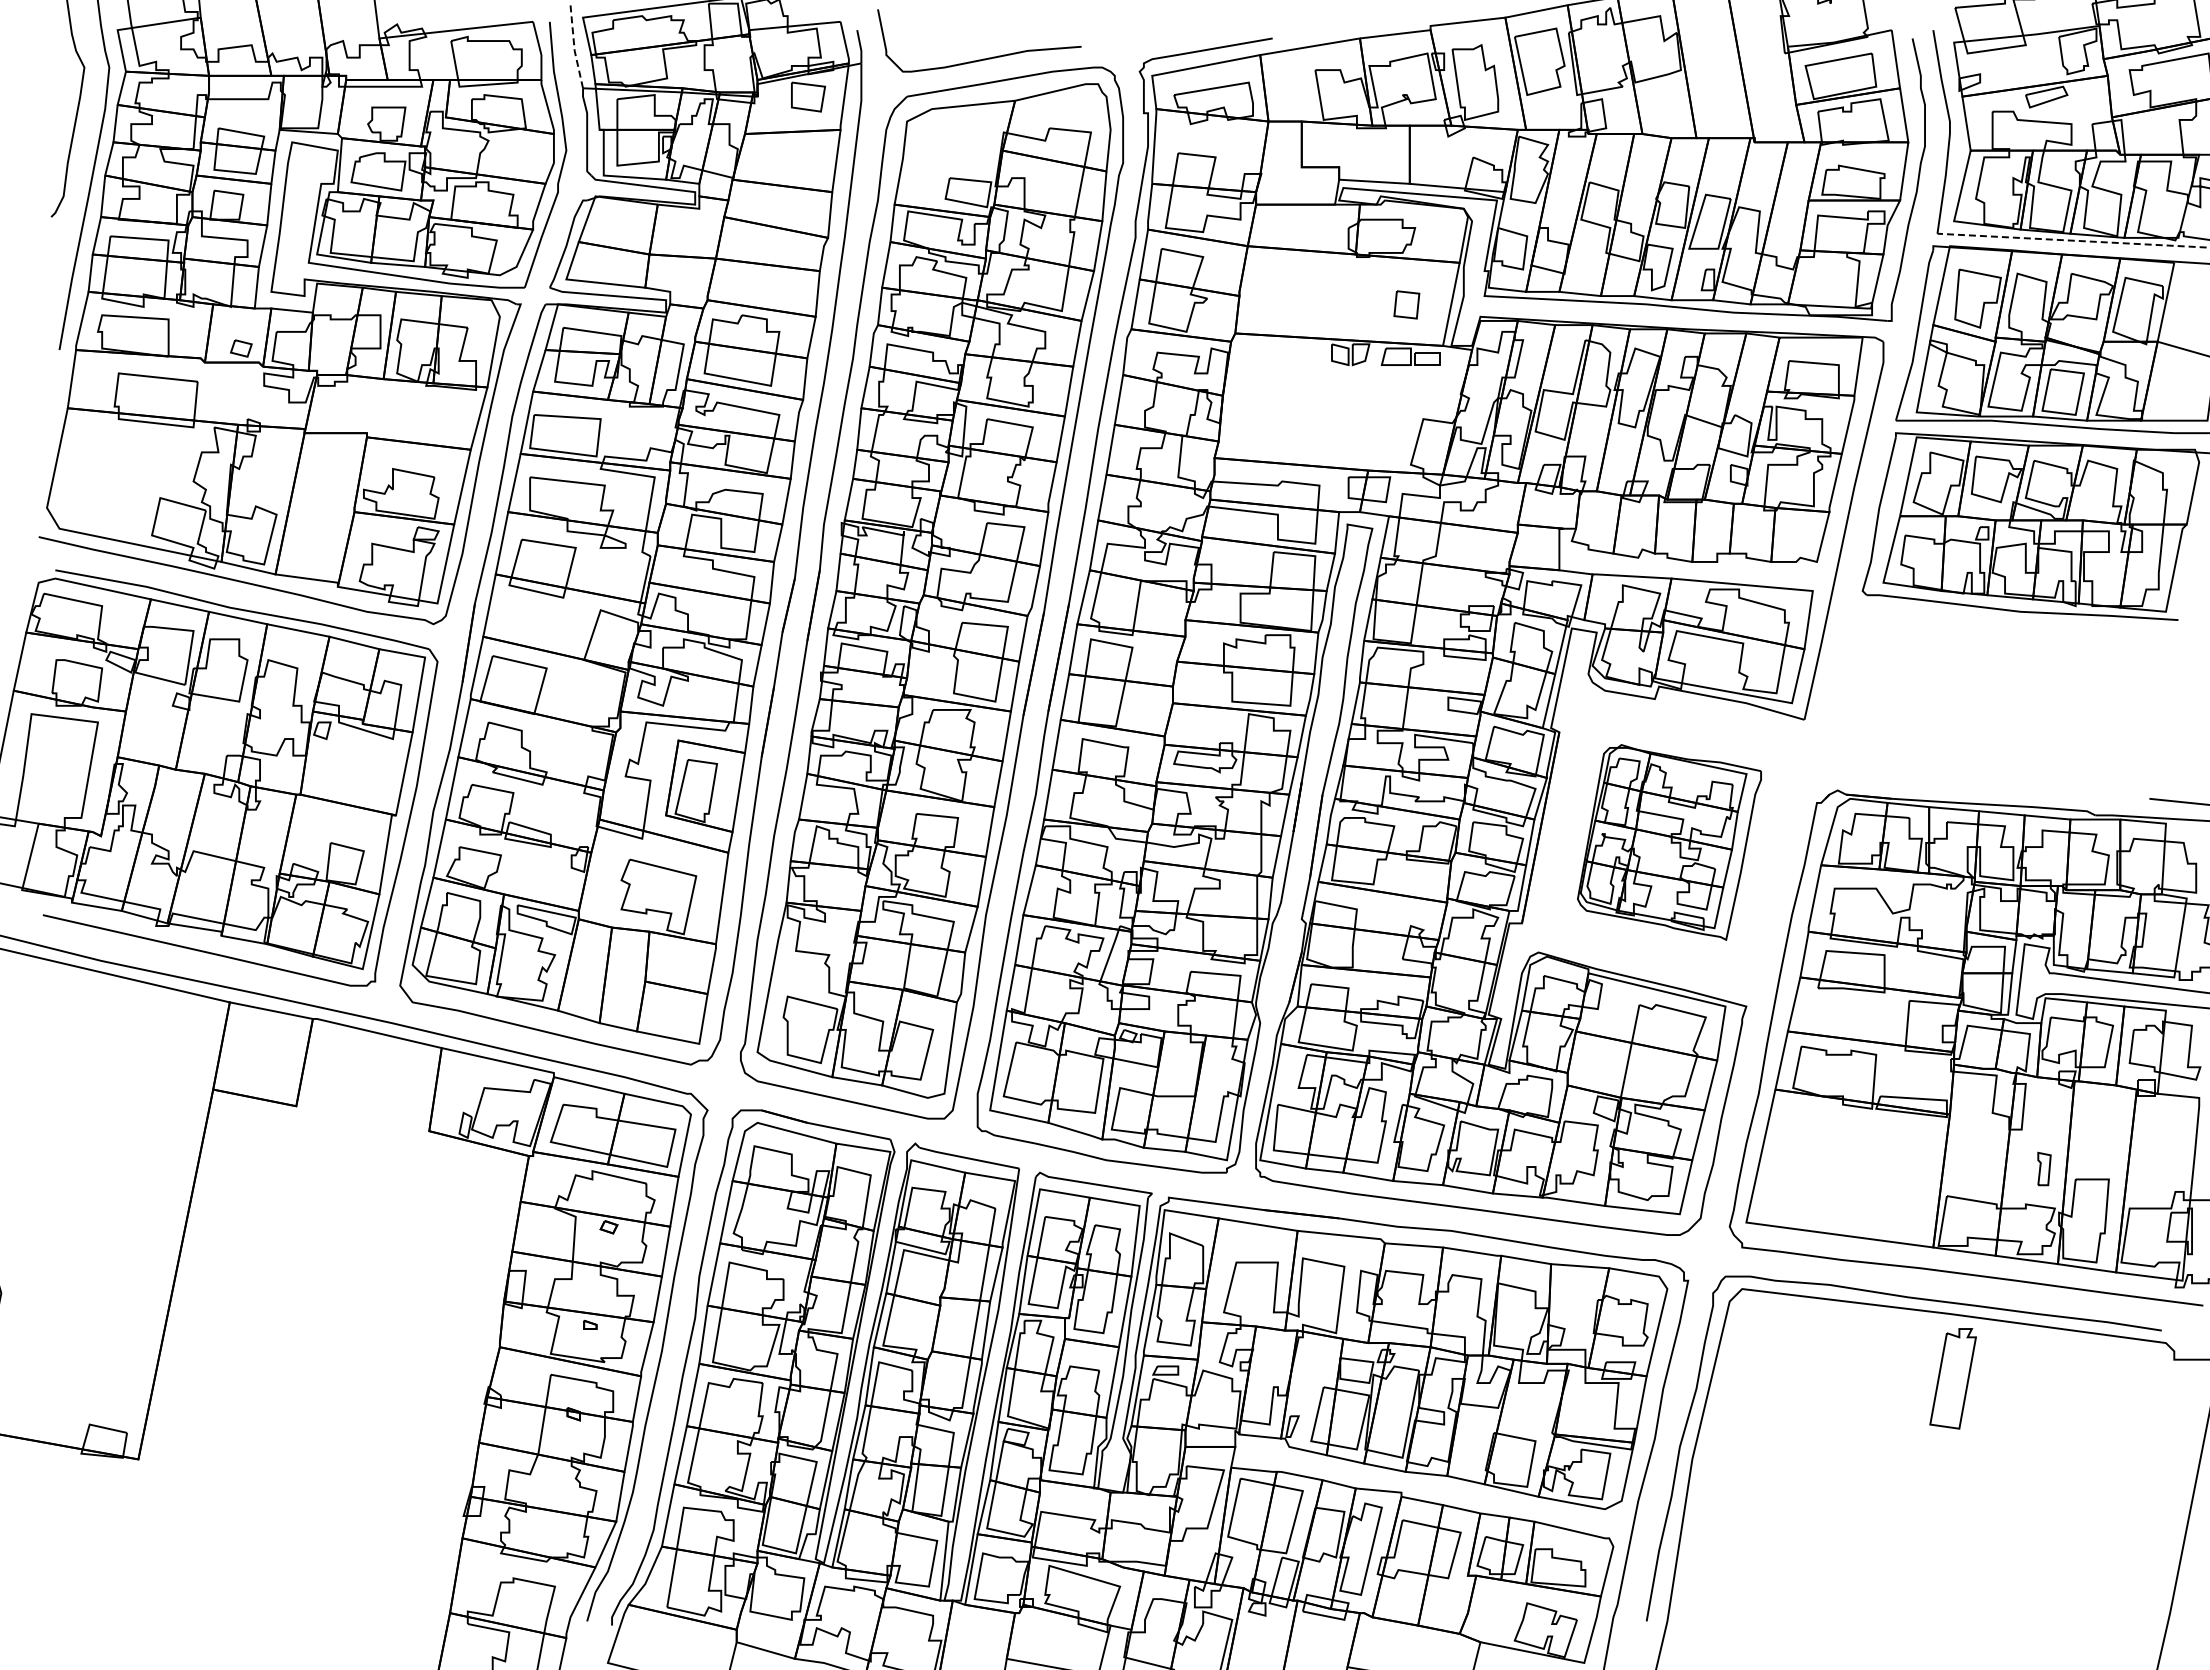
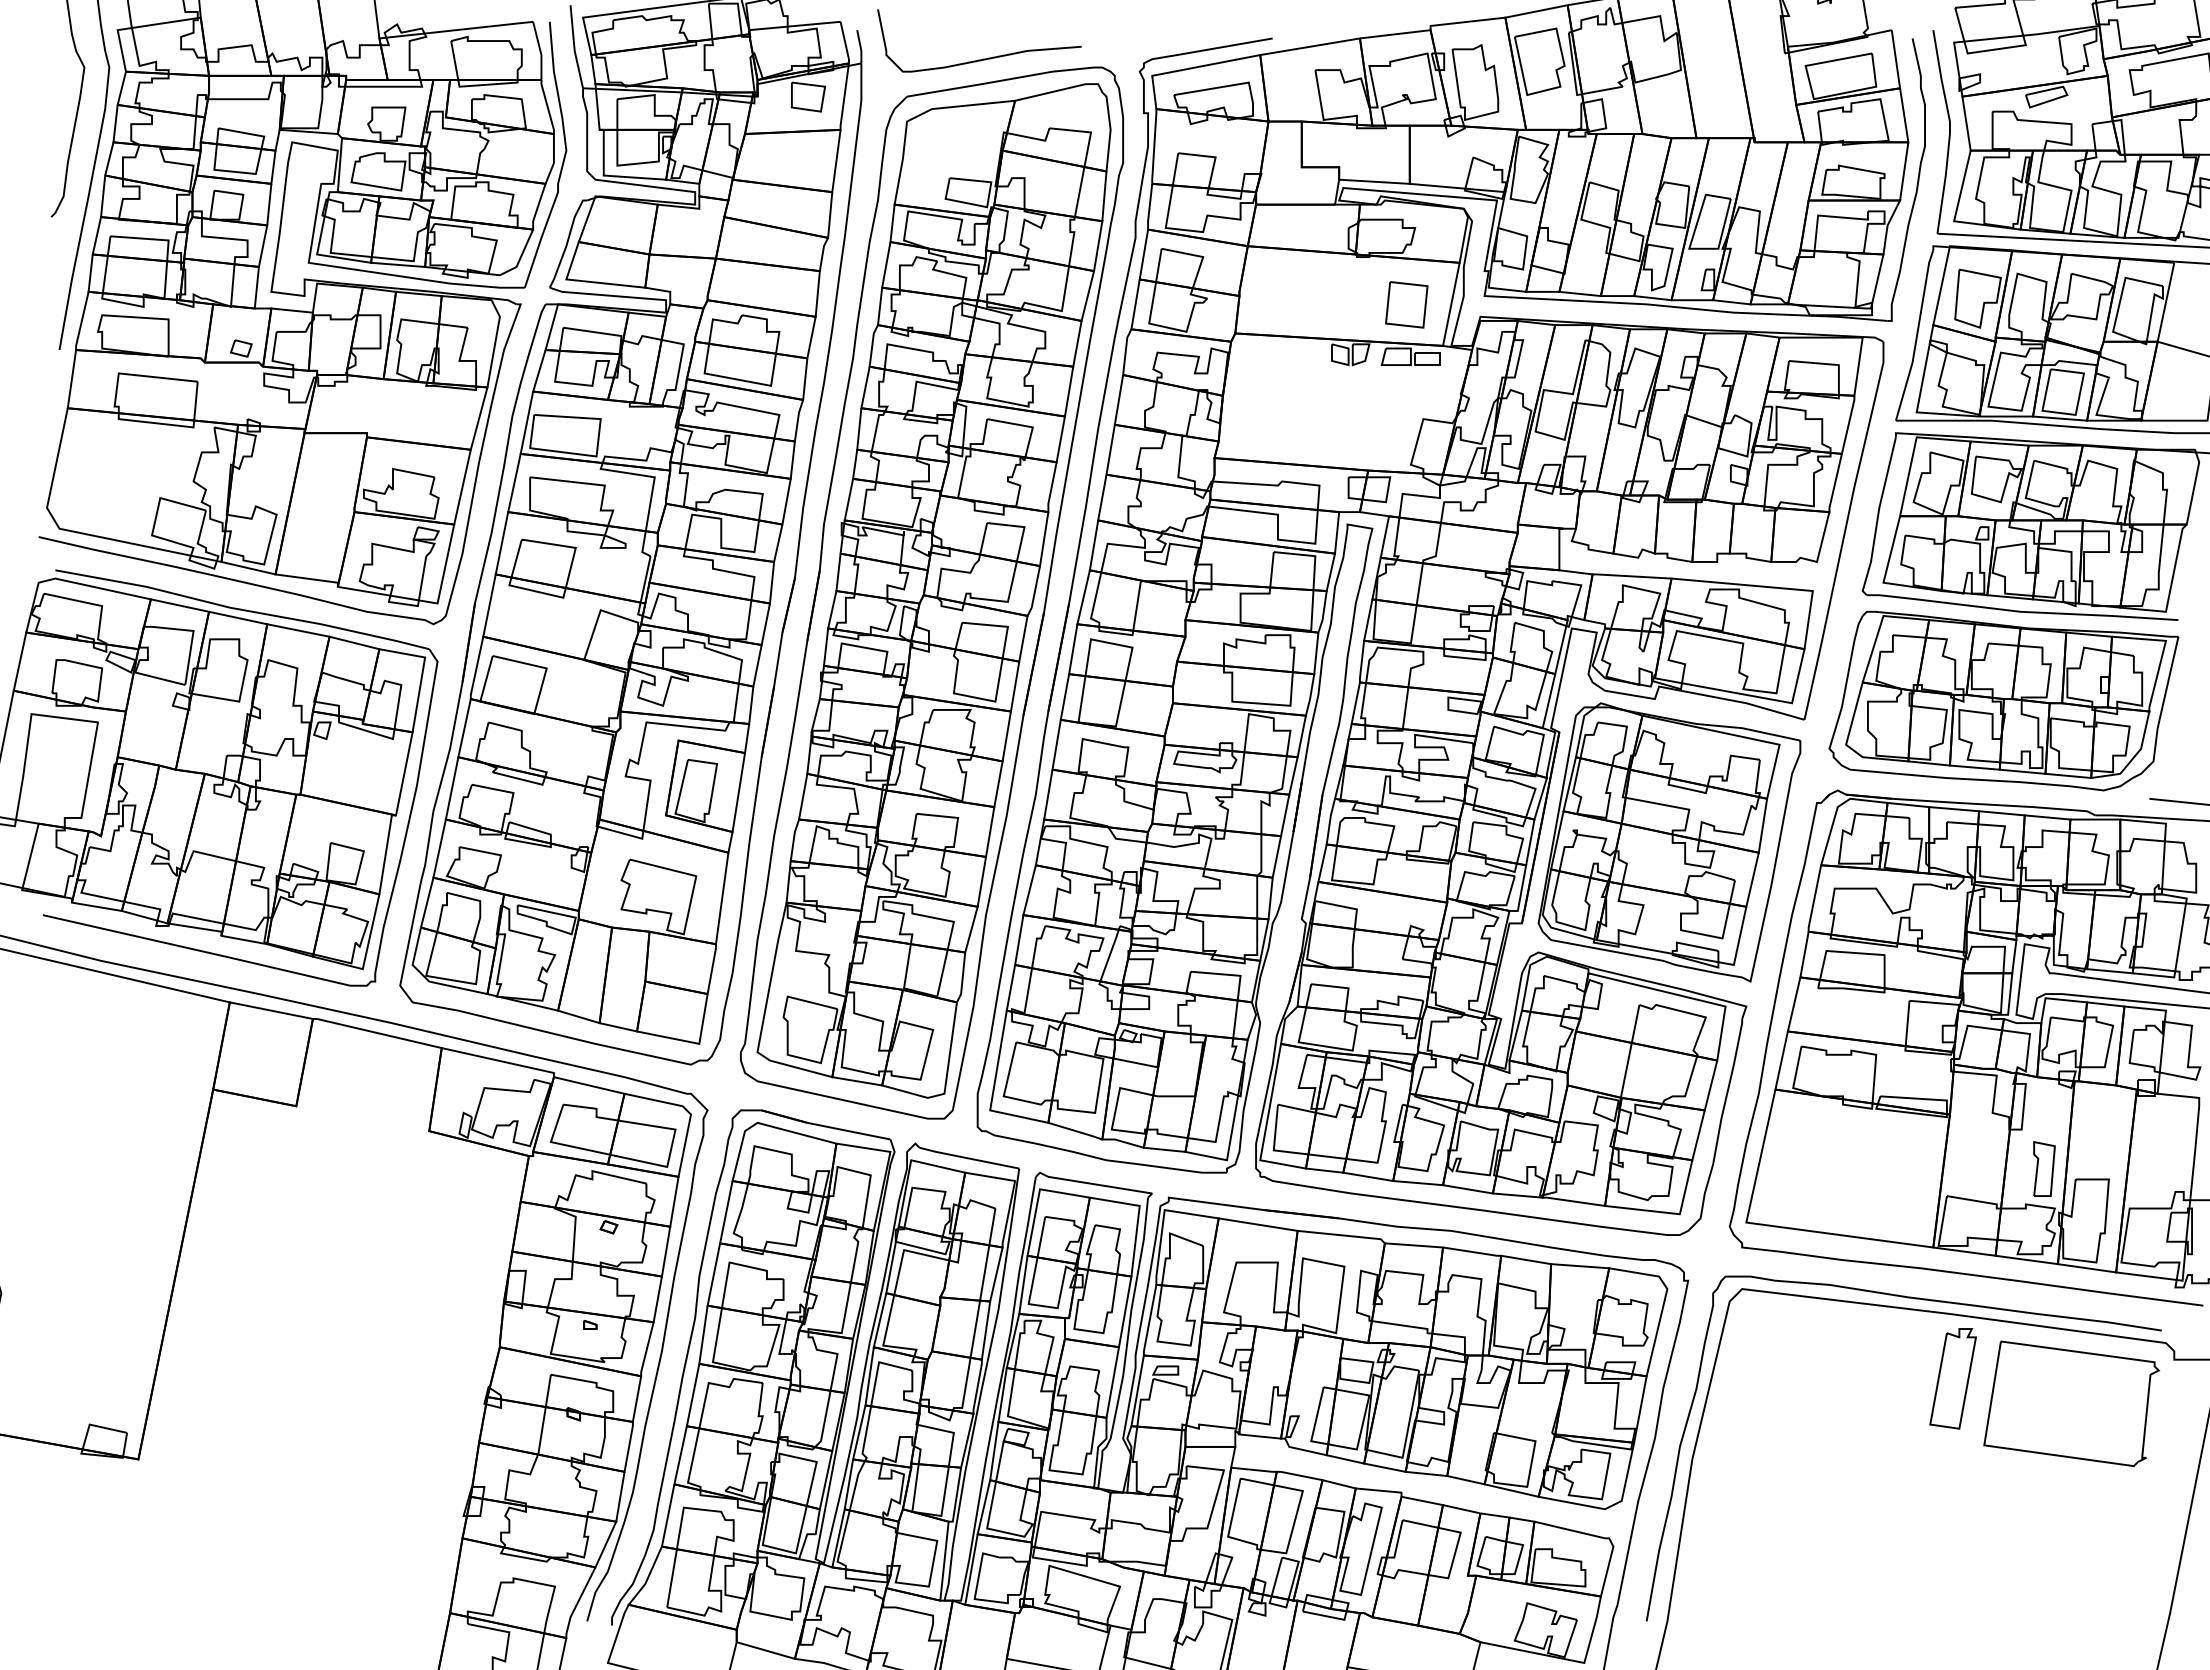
line at (574, 47): dashed -> solid
line at (2073, 240): dashed -> solid
part at (1406, 304) size: 28x30 px -> 44x48 px
part at (2003, 700): none -> present
part at (1669, 842) size: 185x197 px -> 265x281 px
part at (2044, 1168) size: 15x36 px -> 23x56 px
part at (2071, 1403): none -> present
